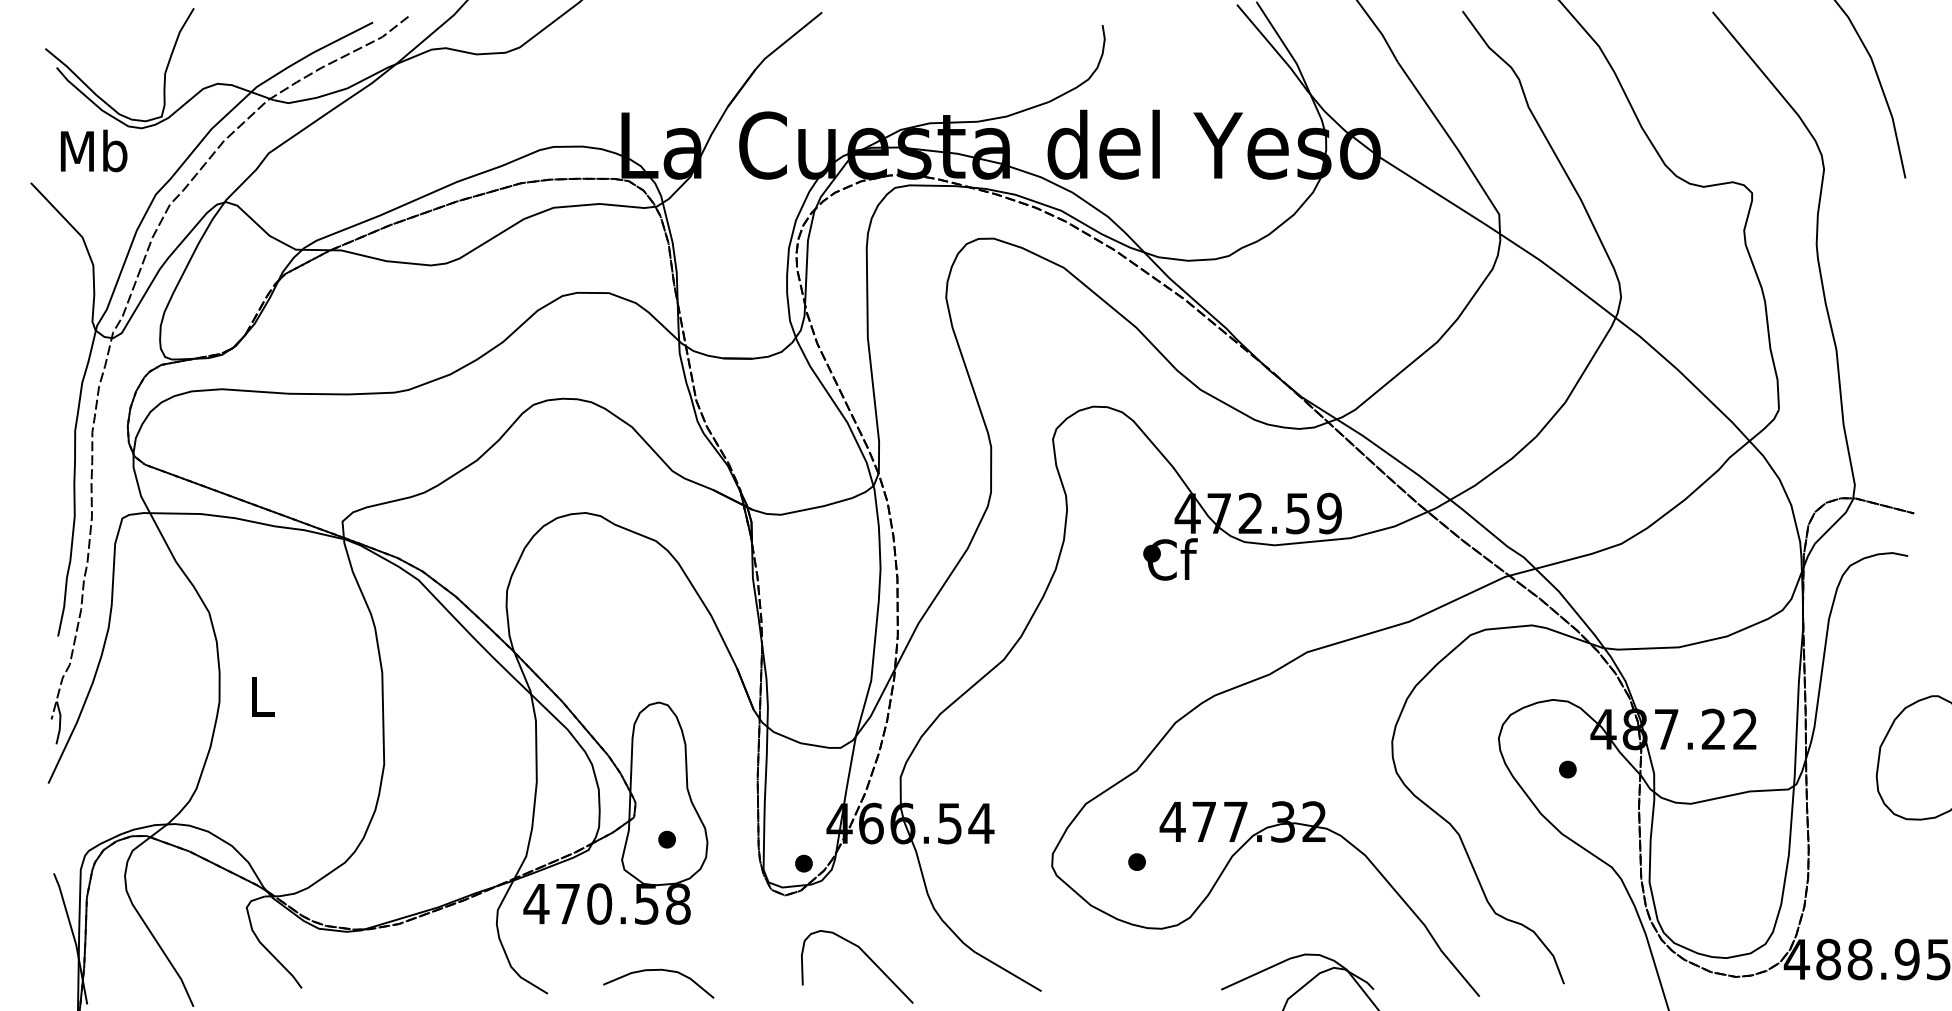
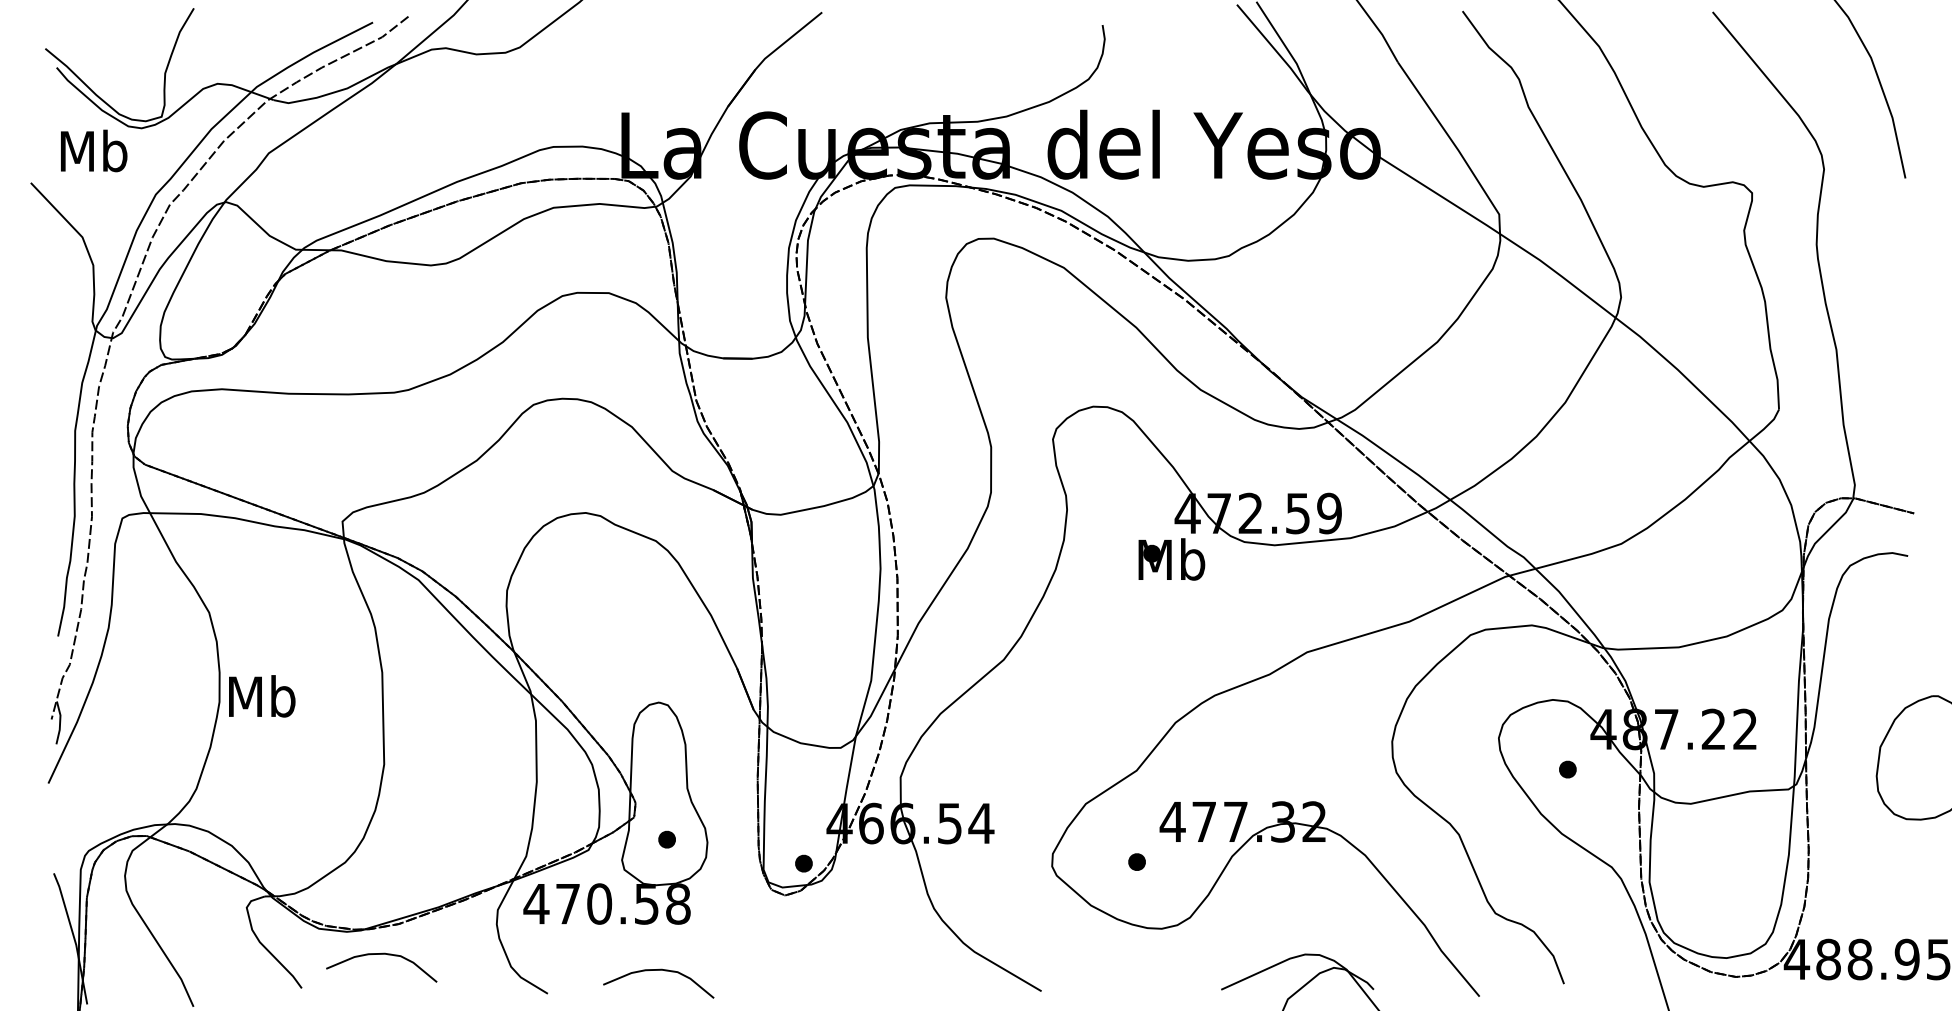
text at (1171, 559): Cf -> Mb
text at (262, 696): L -> Mb
curve at (381, 954): none -> present
curve at (866, 956): present -> none
